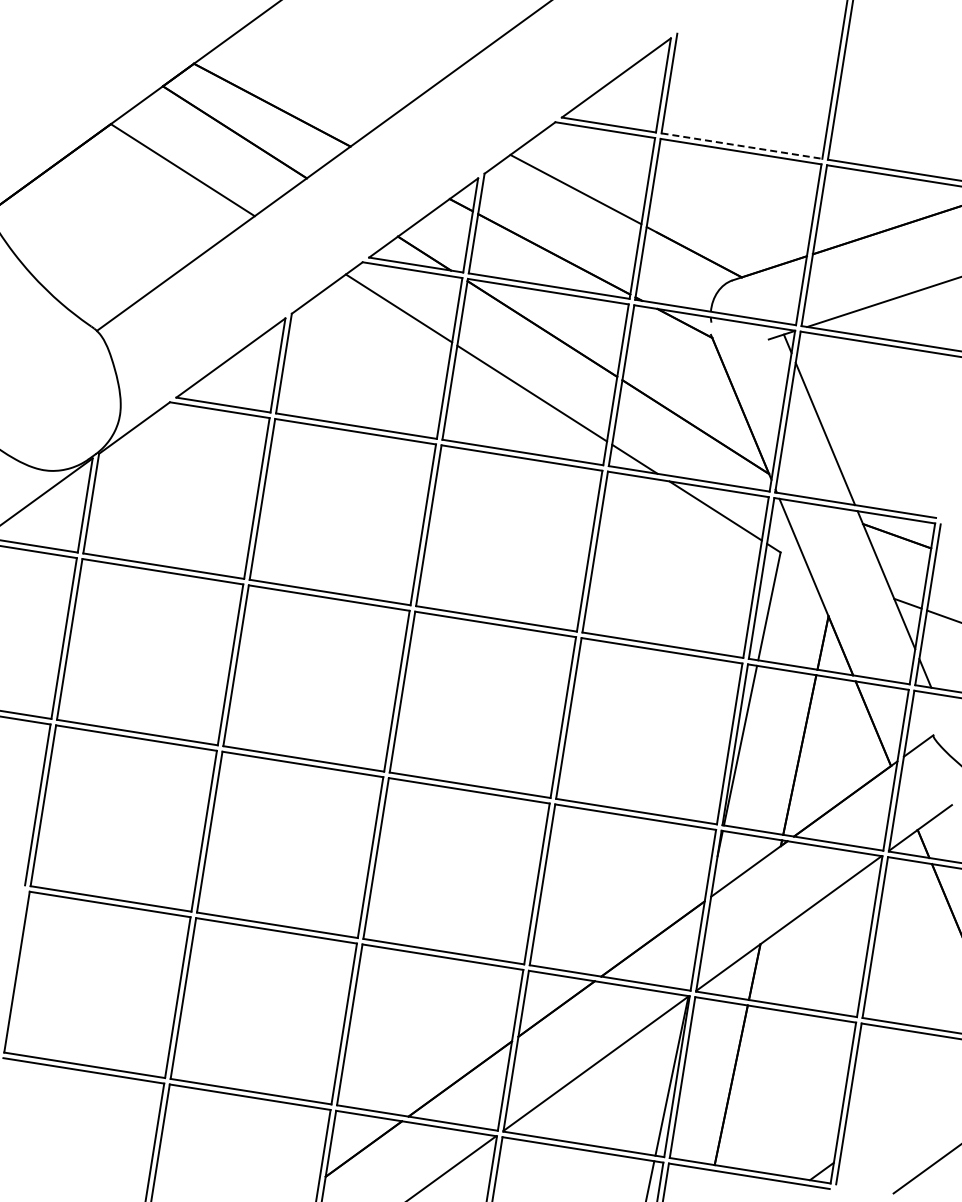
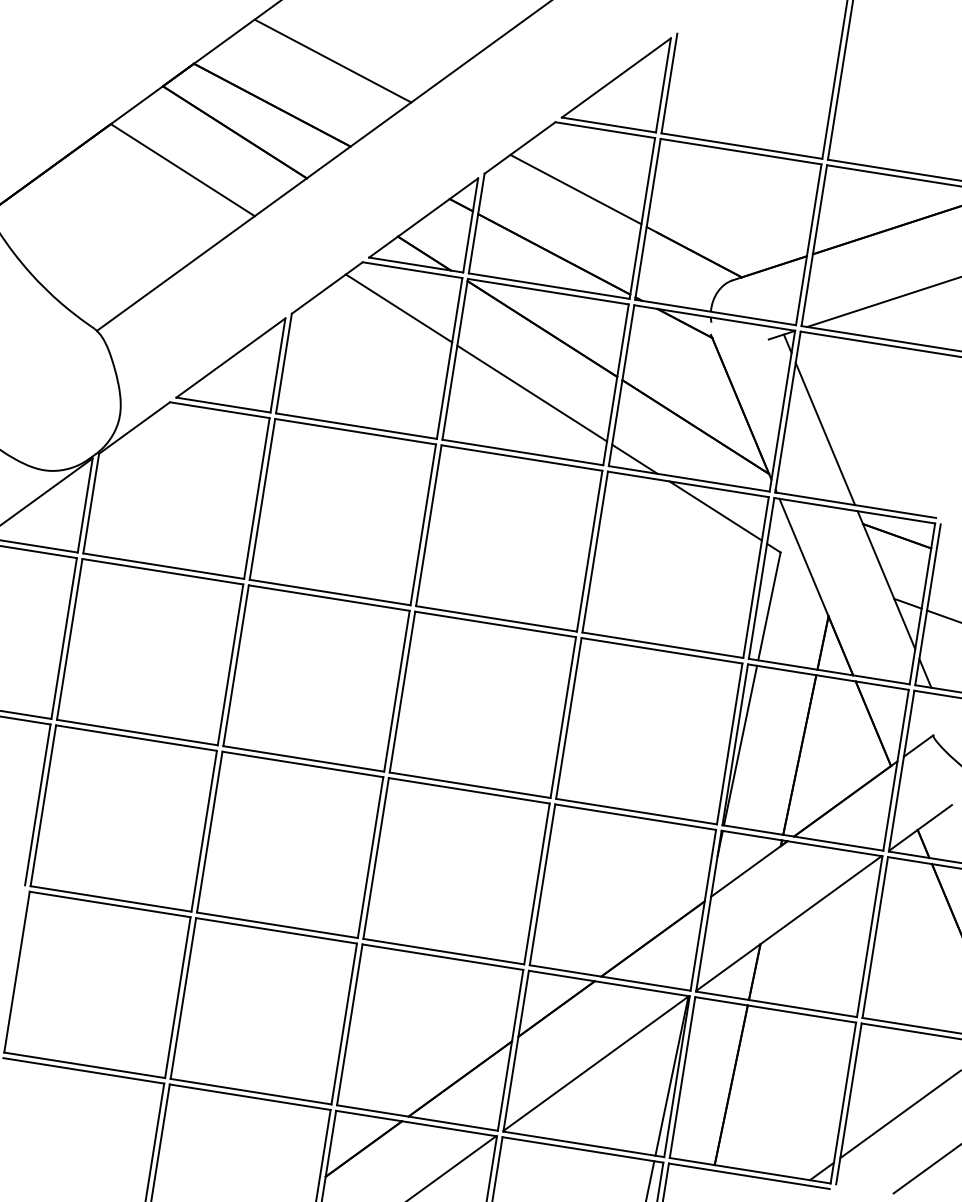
line at (332, 60): none -> present
line at (742, 146): dashed -> solid
line at (899, 1115): none -> present
